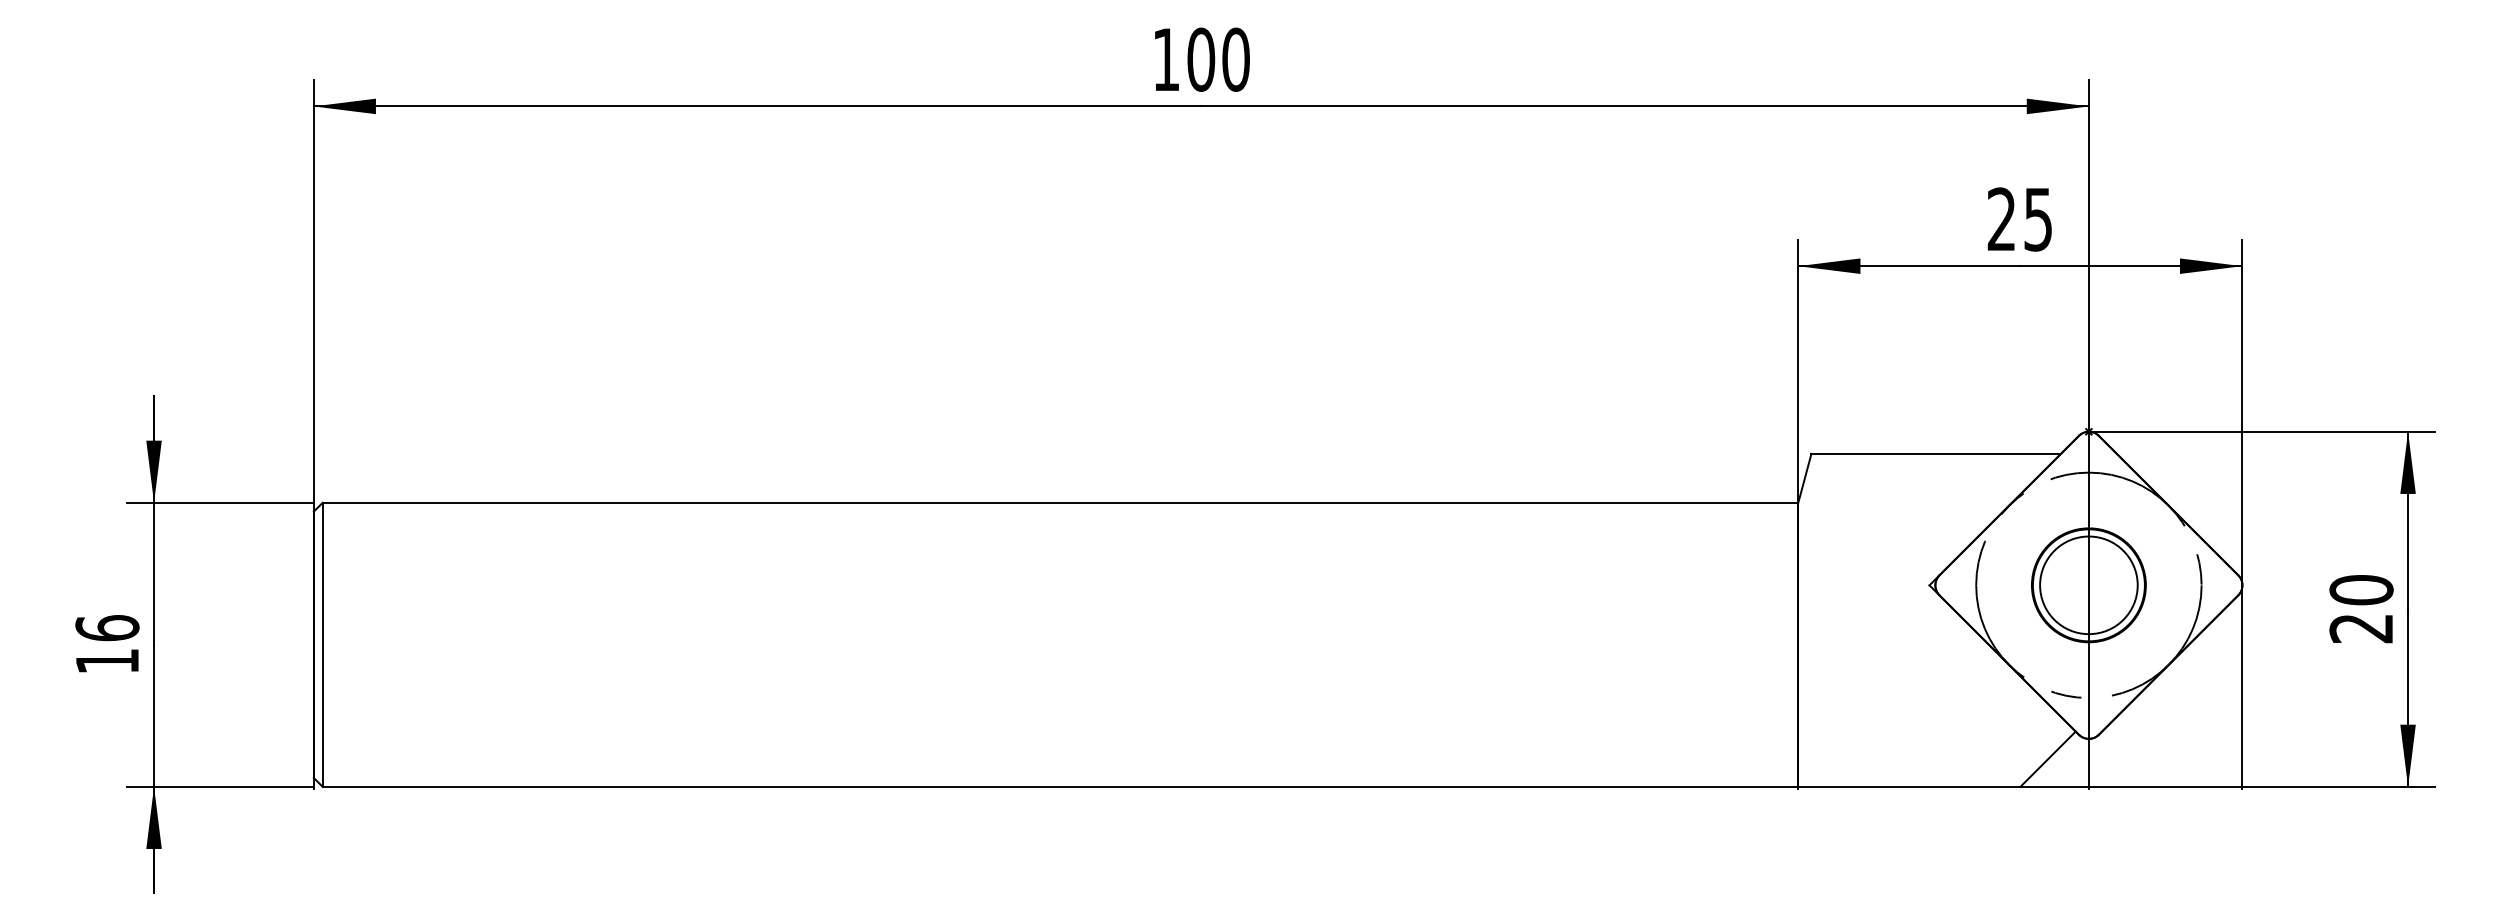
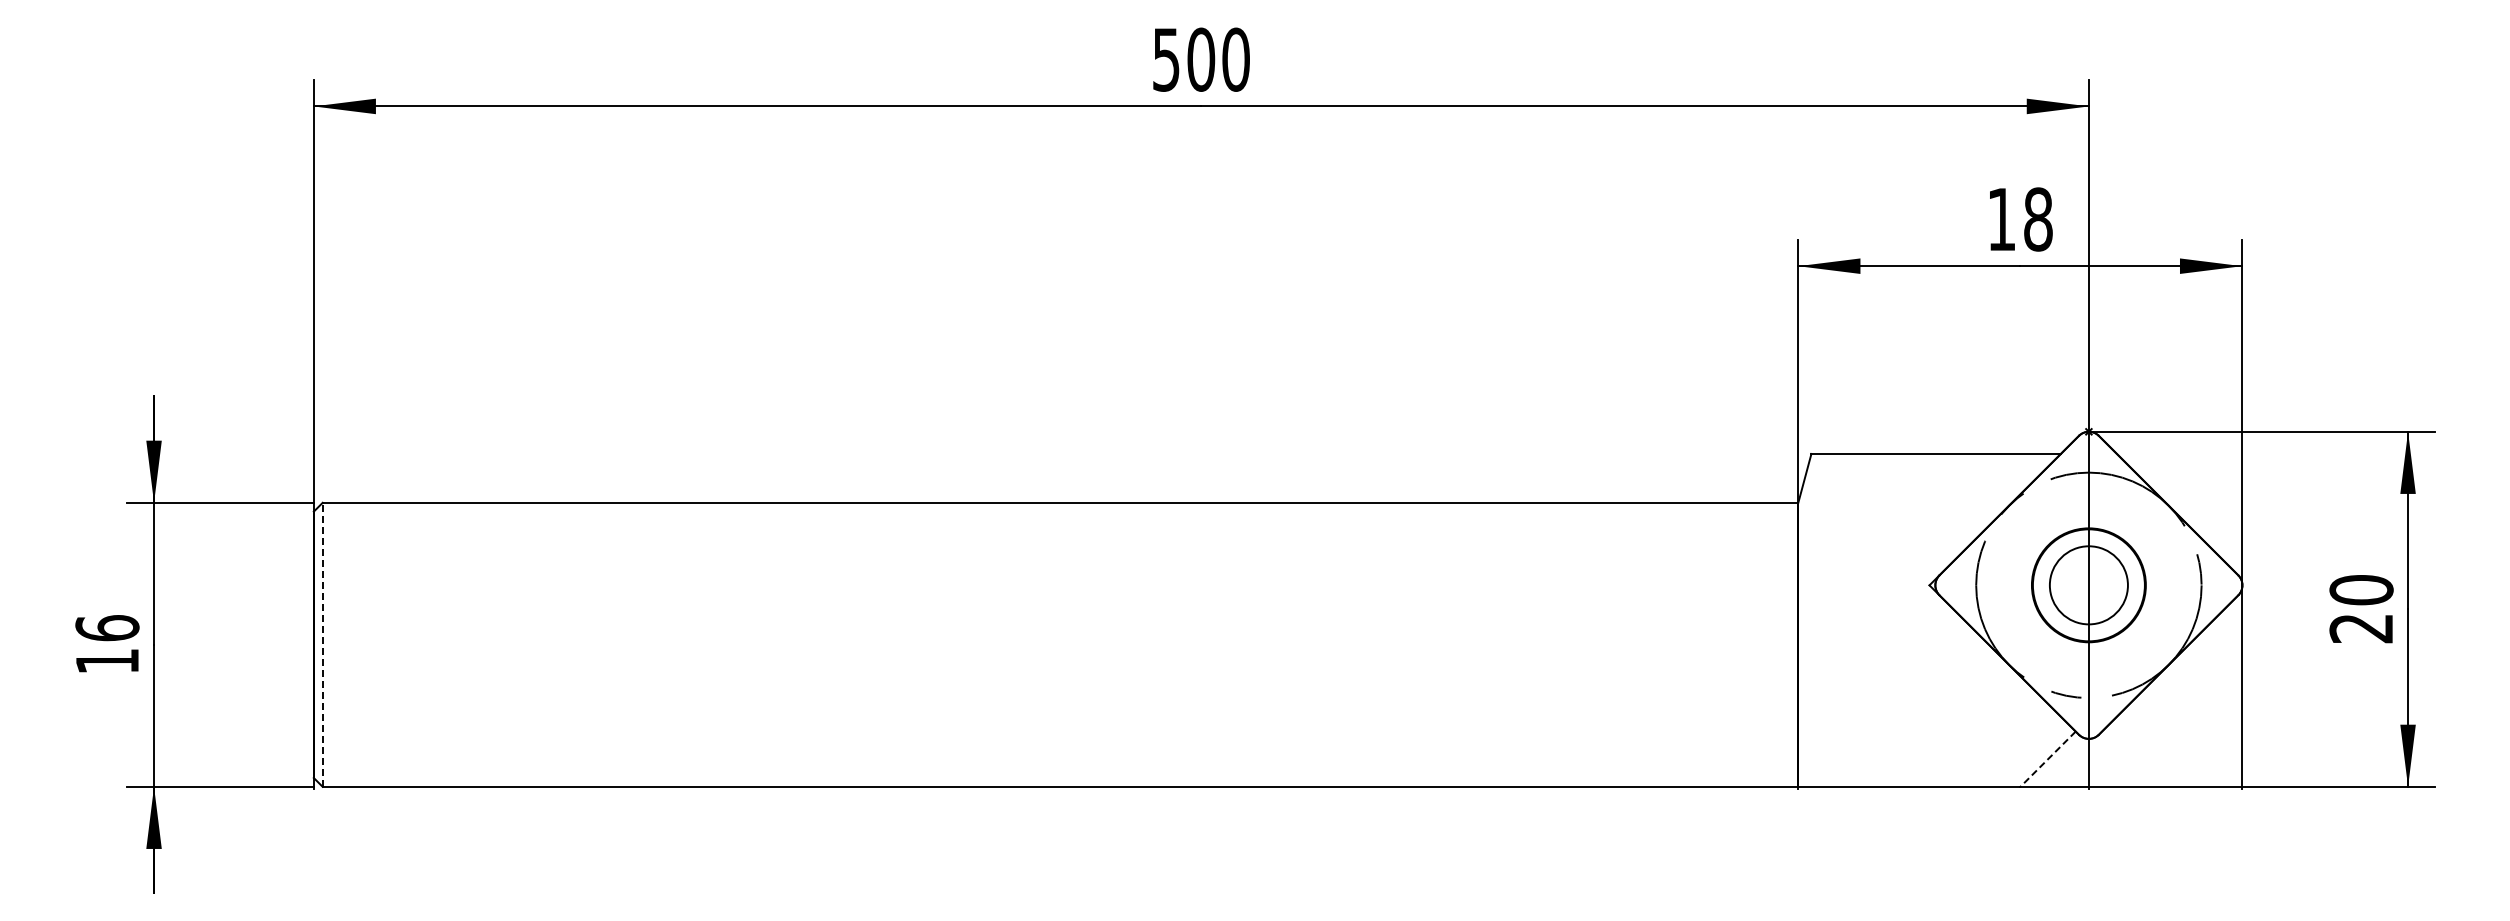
text at (1166, 59): 100 -> 500
text at (2019, 219): 25 -> 18
circle at (2088, 585) diameter: 98 px -> 78 px
line at (322, 644): solid -> dashed
line at (2047, 759): solid -> dashed
